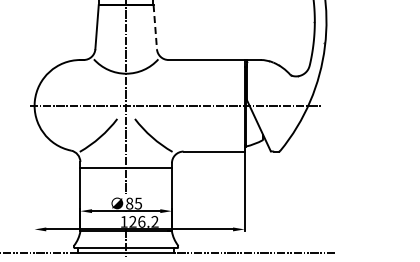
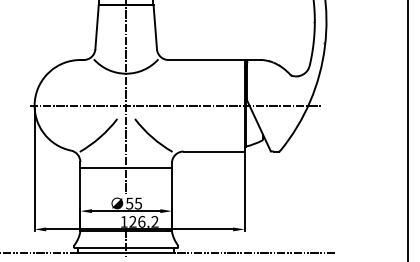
line at (155, 27): dashed -> solid
line at (408, 130): none -> present
line at (34, 168): none -> present
text at (129, 203): 85 -> 55
